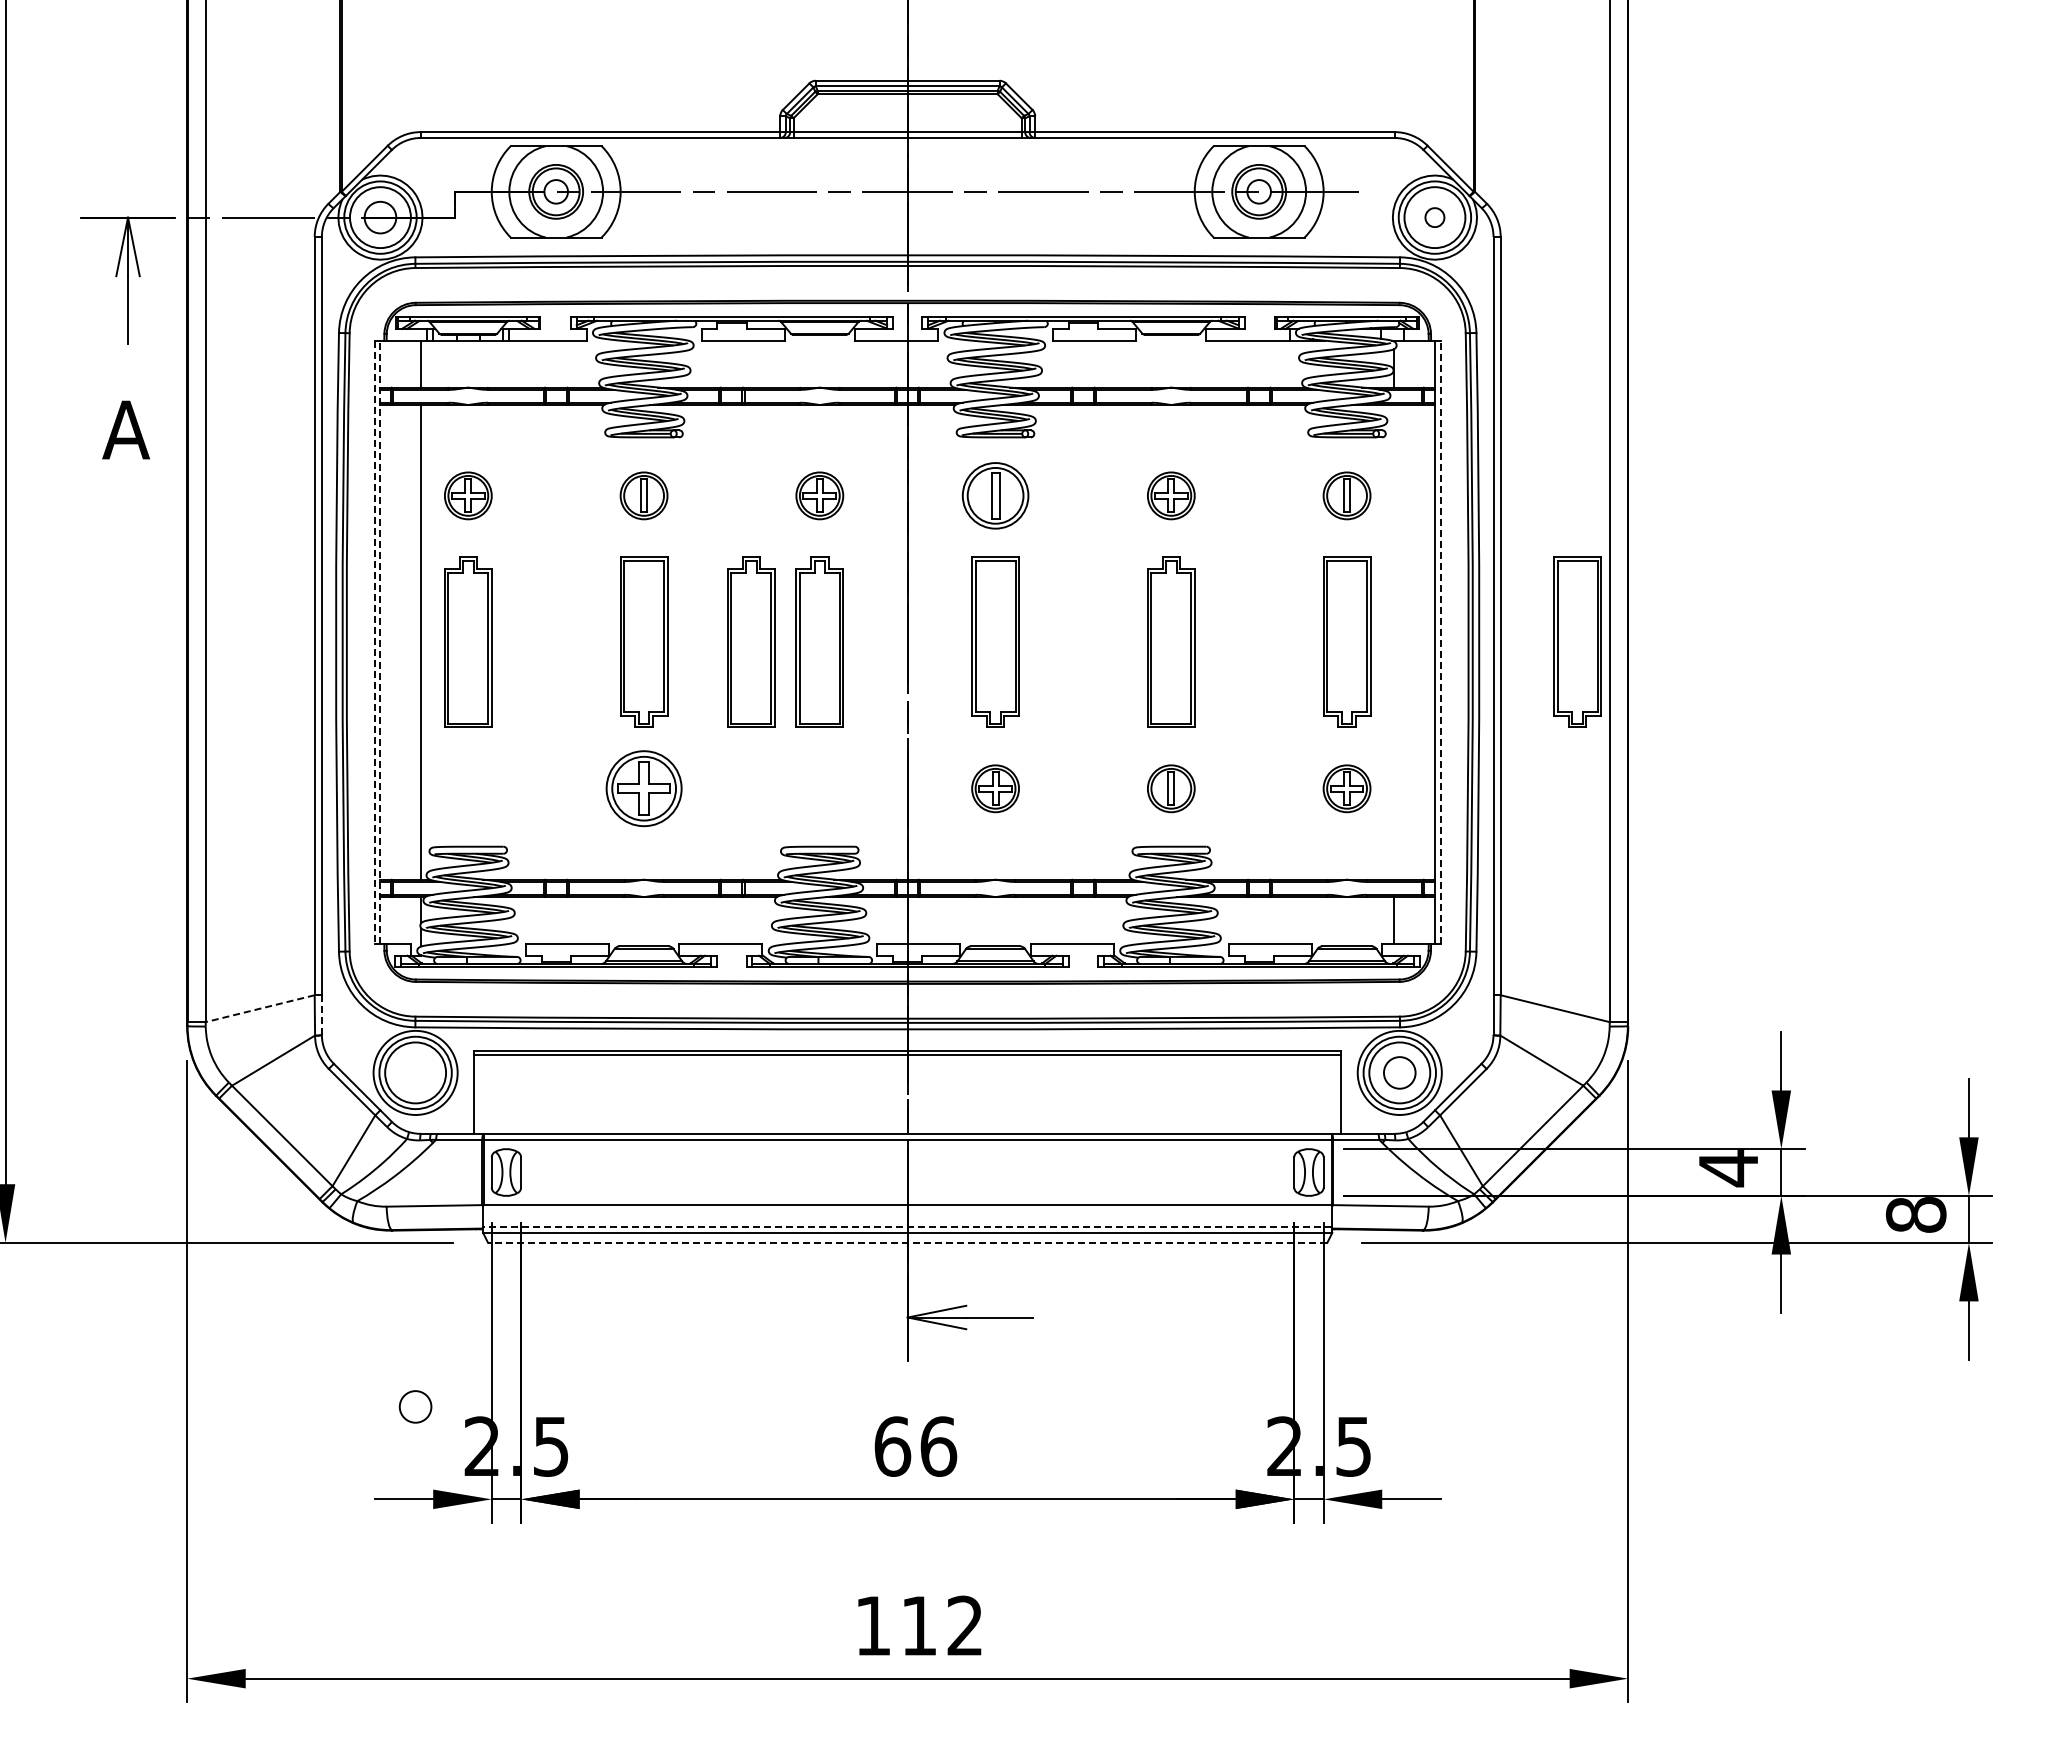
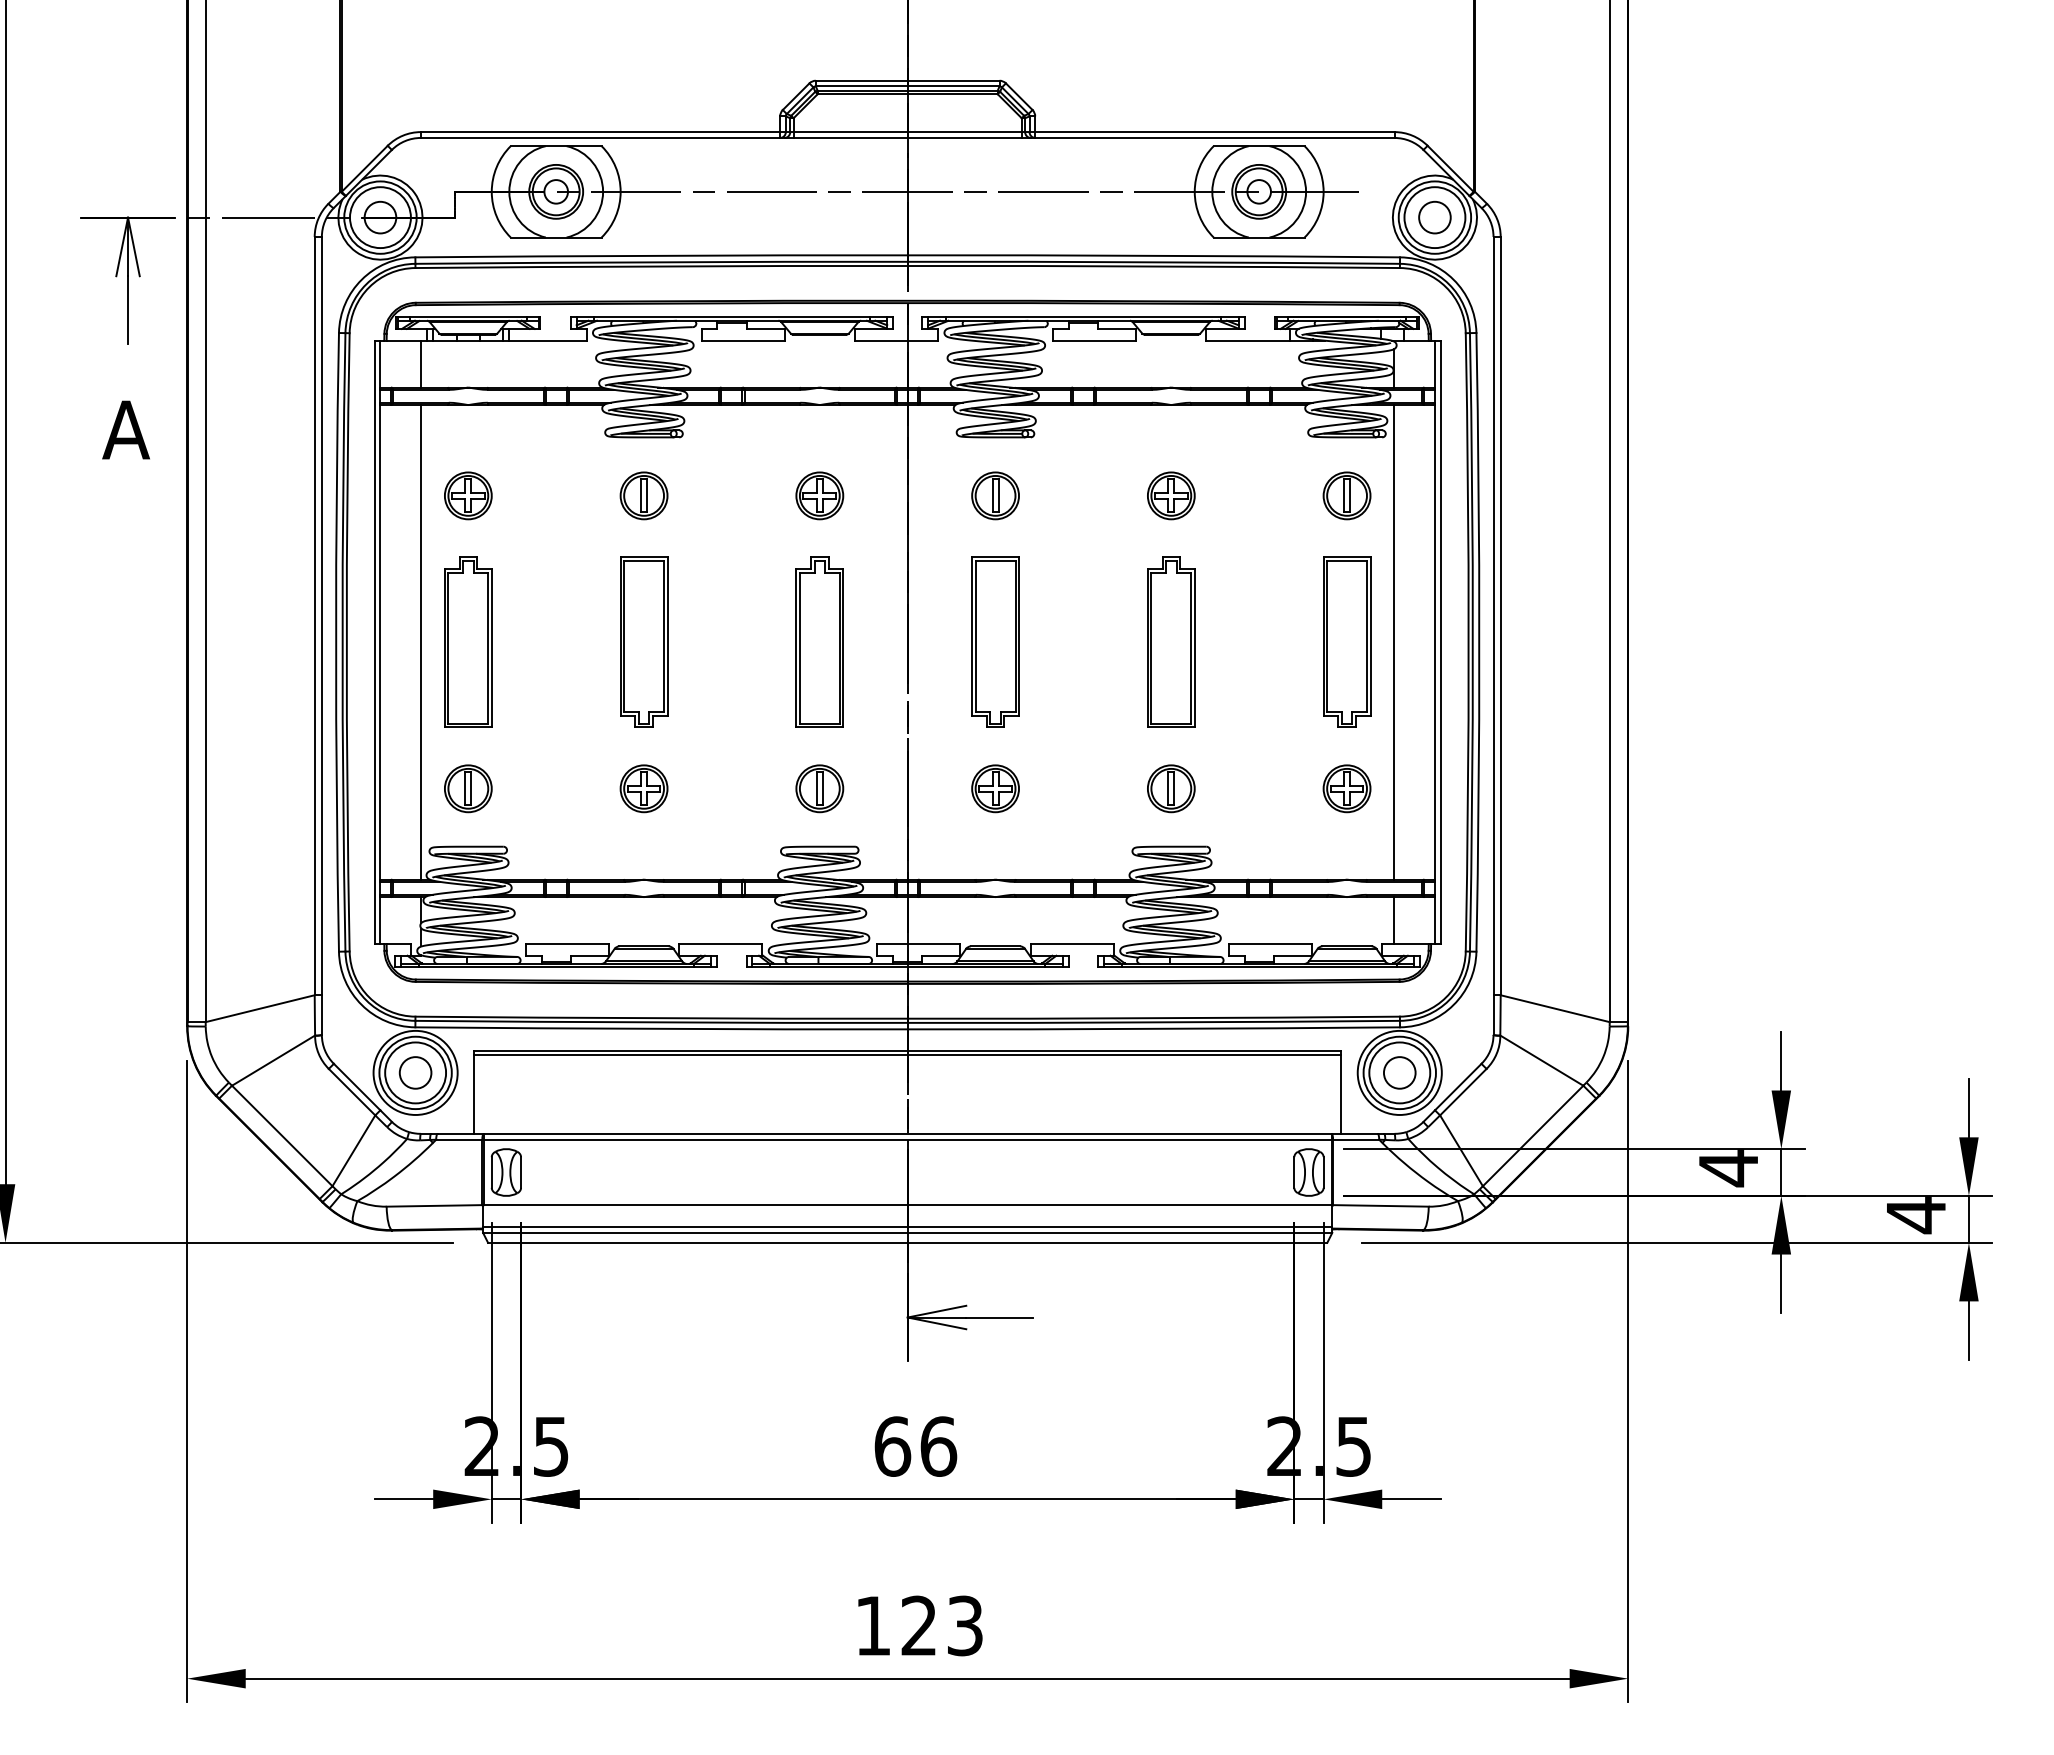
circle at (1434, 217) diameter: 19 px -> 32 px
part at (995, 495) size: 69x68 px -> 49x50 px
part at (751, 641): present -> none
part at (1577, 641): present -> none
line at (374, 642): dashed -> solid
line at (380, 642): dashed -> solid
line at (1393, 642): none -> present
line at (1440, 642): dashed -> solid
part at (468, 788): none -> present
part at (643, 788) size: 78x78 px -> 50x50 px
part at (819, 788): none -> present
line at (259, 1008): dashed -> solid
line at (321, 1014): dashed -> solid
text at (1915, 1215): 8 -> 4
line at (907, 1227): dashed -> solid
line at (907, 1242): dashed -> solid
circle at (415, 1406) position: (415, 1406) -> (415, 1072)
text at (941, 1625): 112 -> 123
